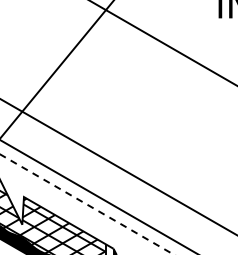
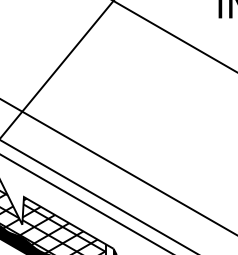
line at (163, 43) position: (163, 43) -> (174, 36)
line at (87, 204): dashed -> solid
